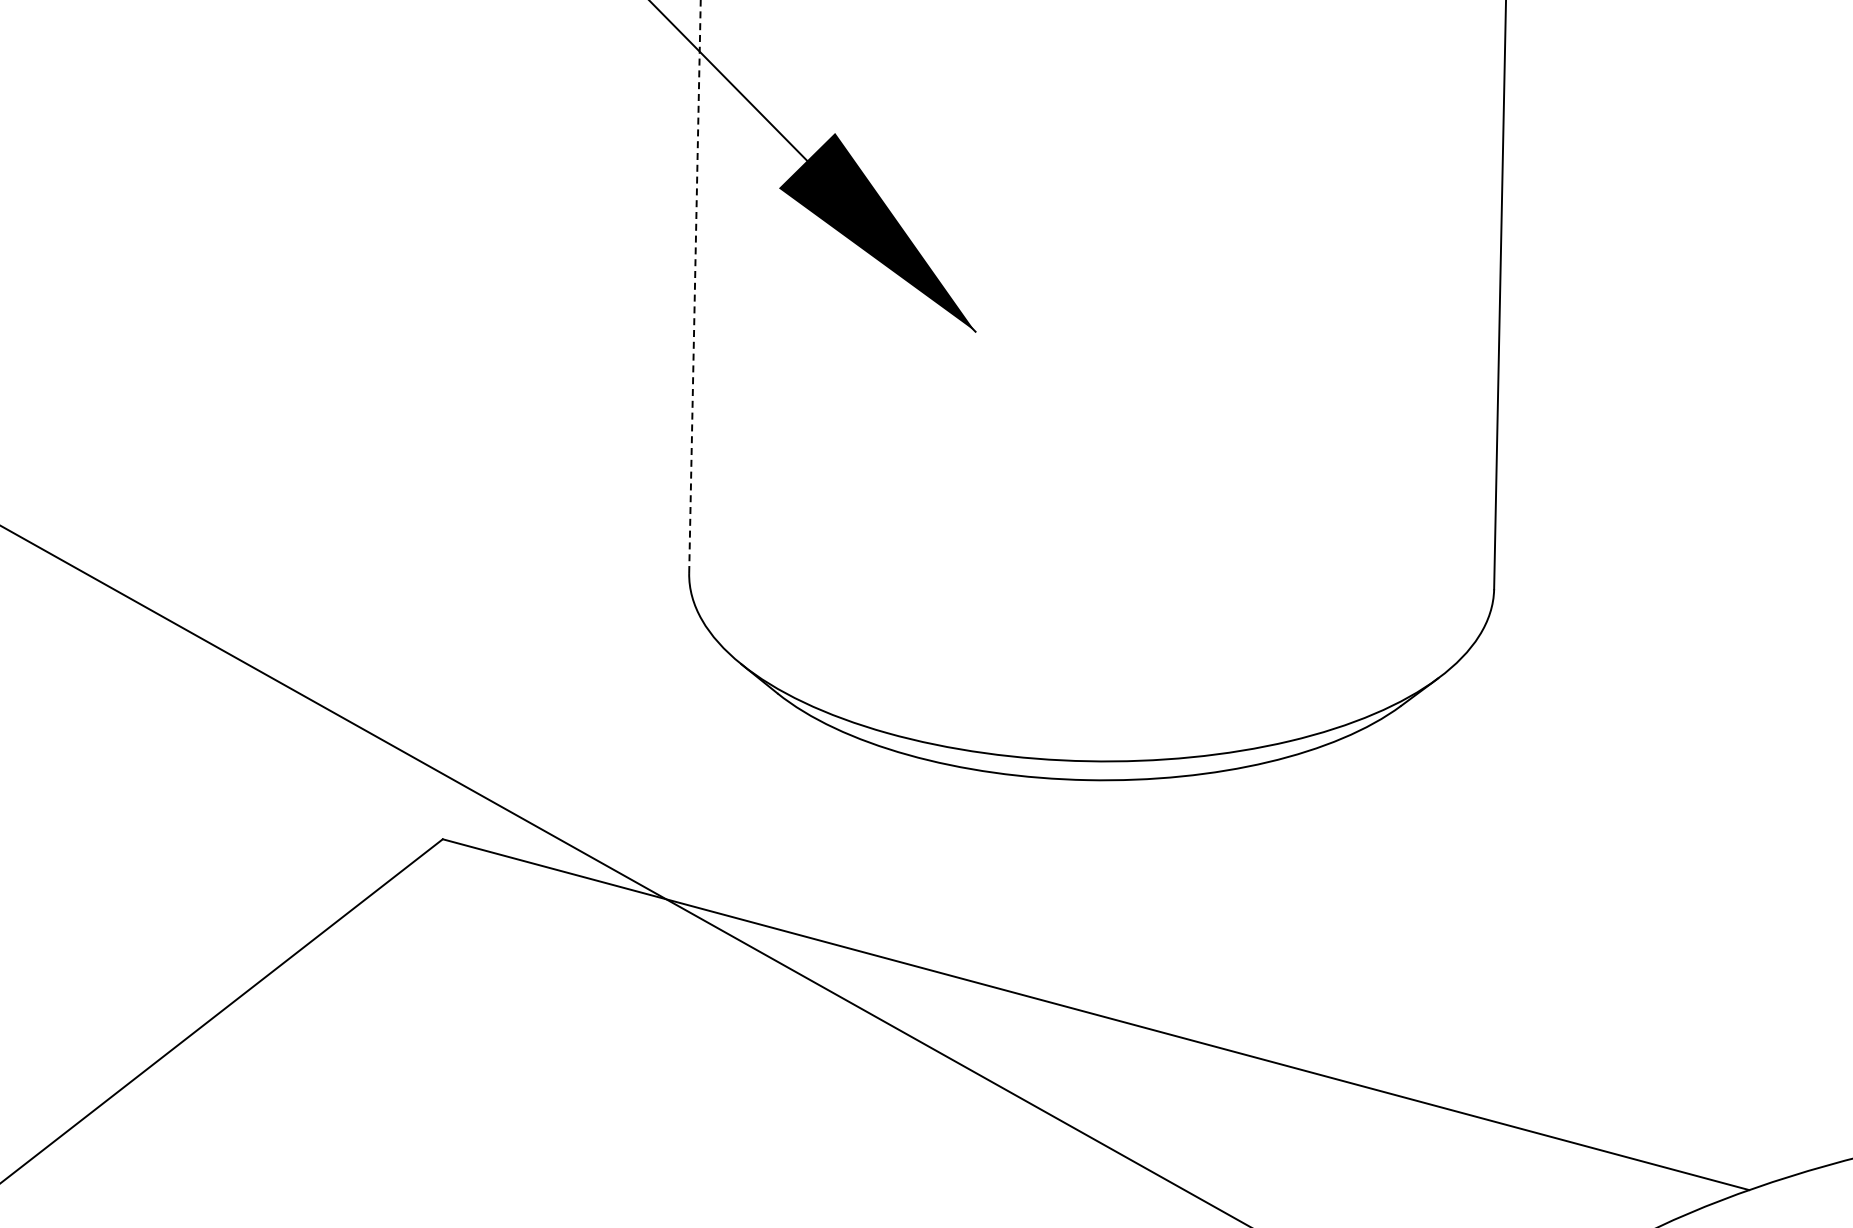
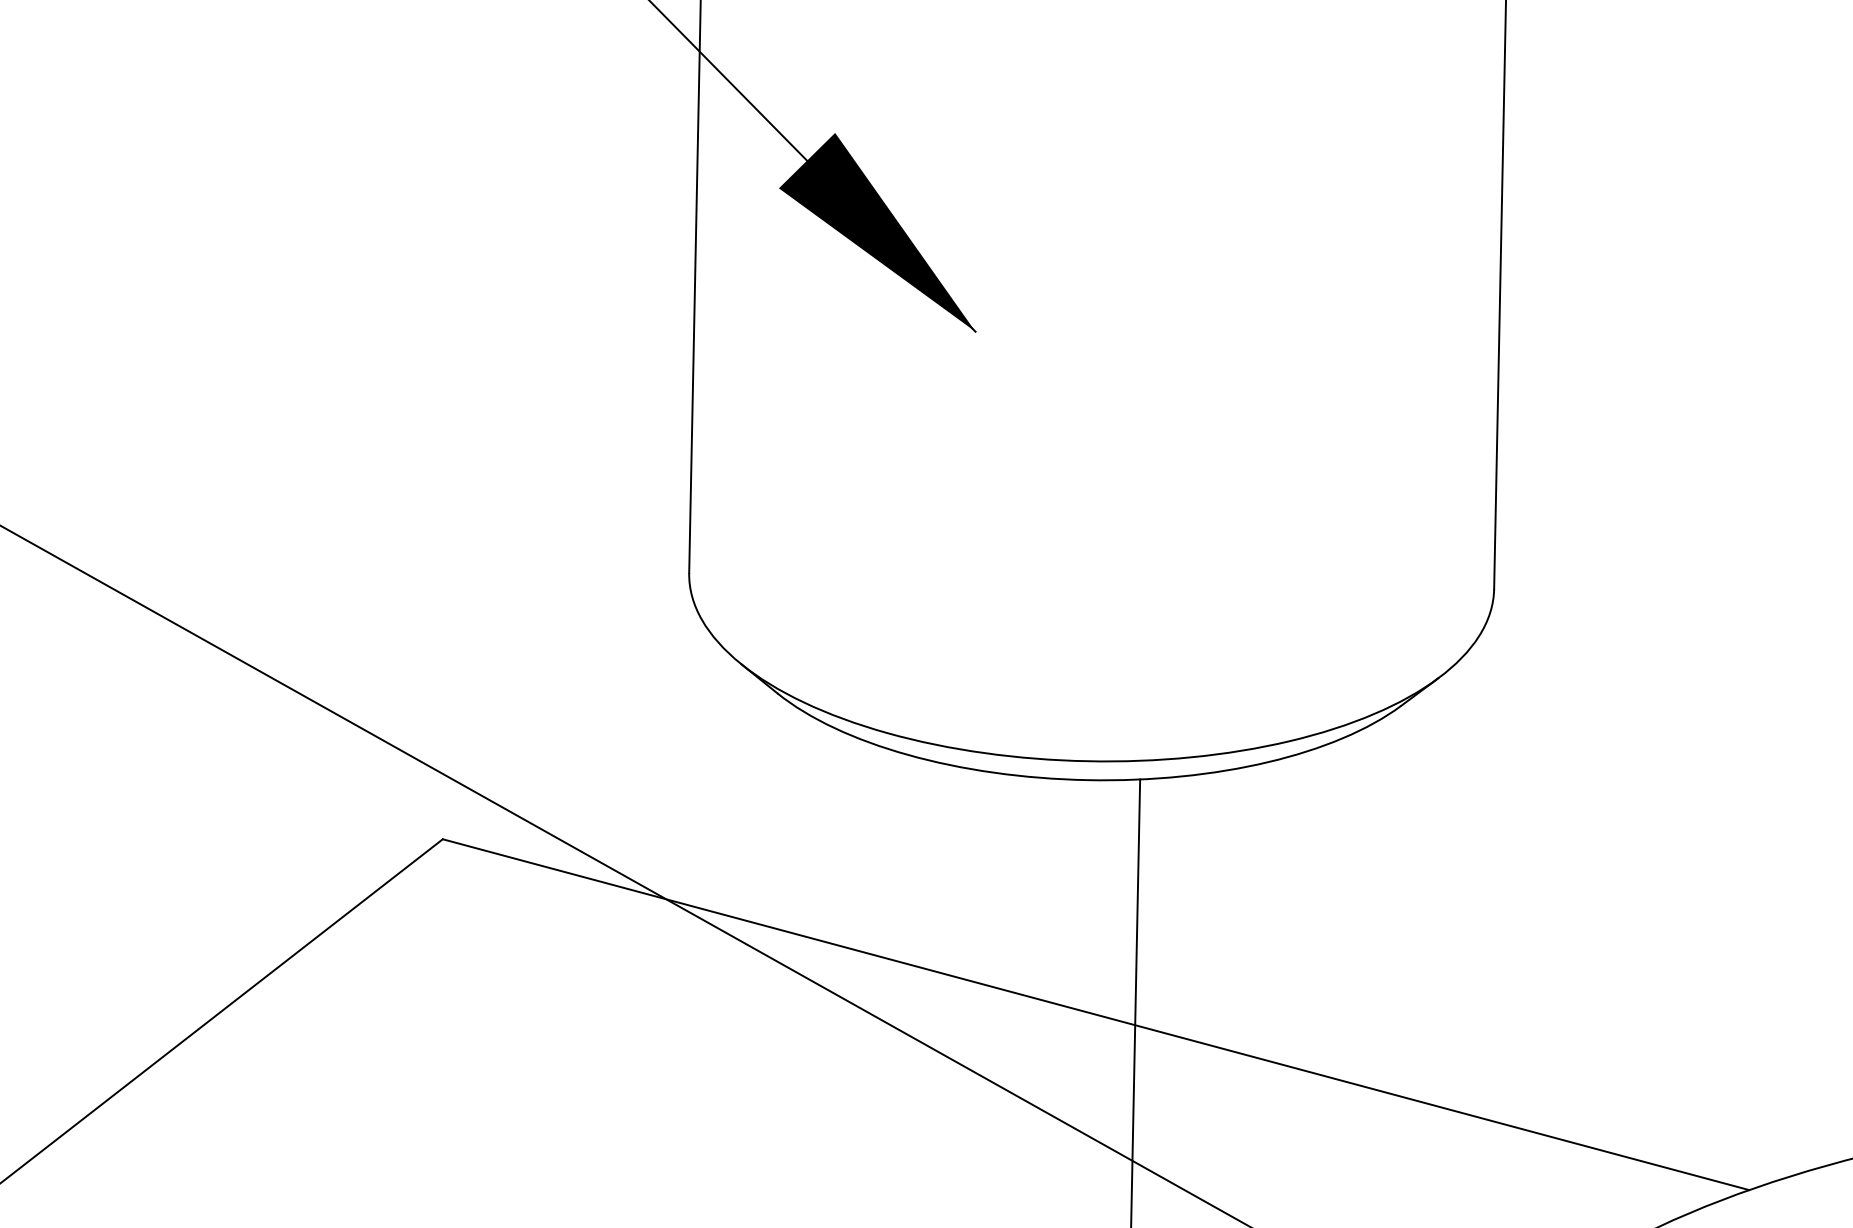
line at (694, 286): dashed -> solid
line at (1135, 1001): none -> present
